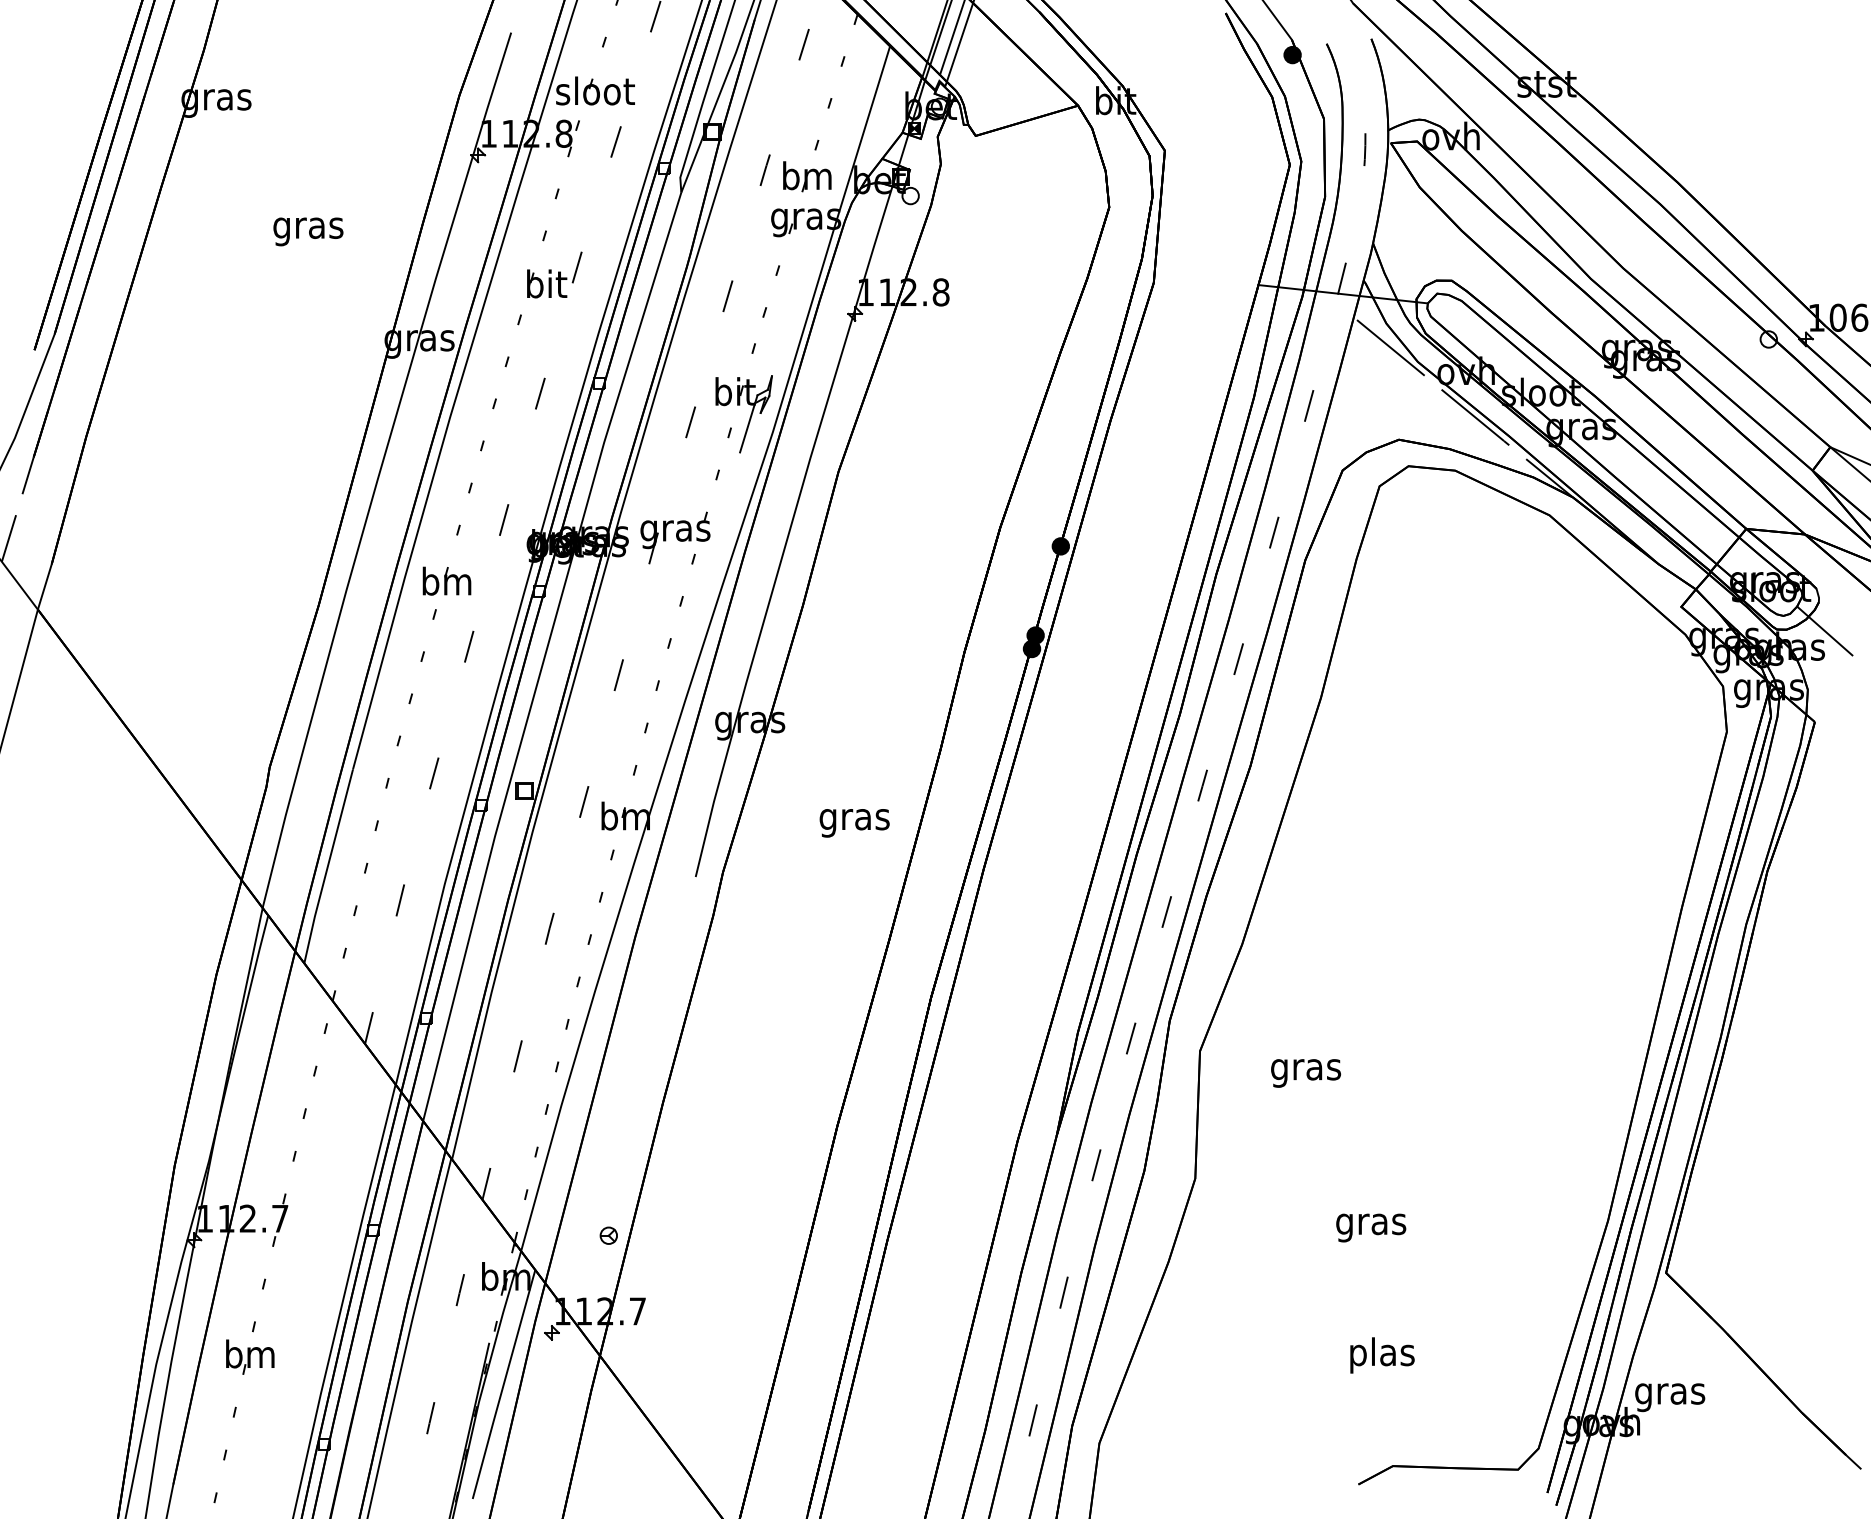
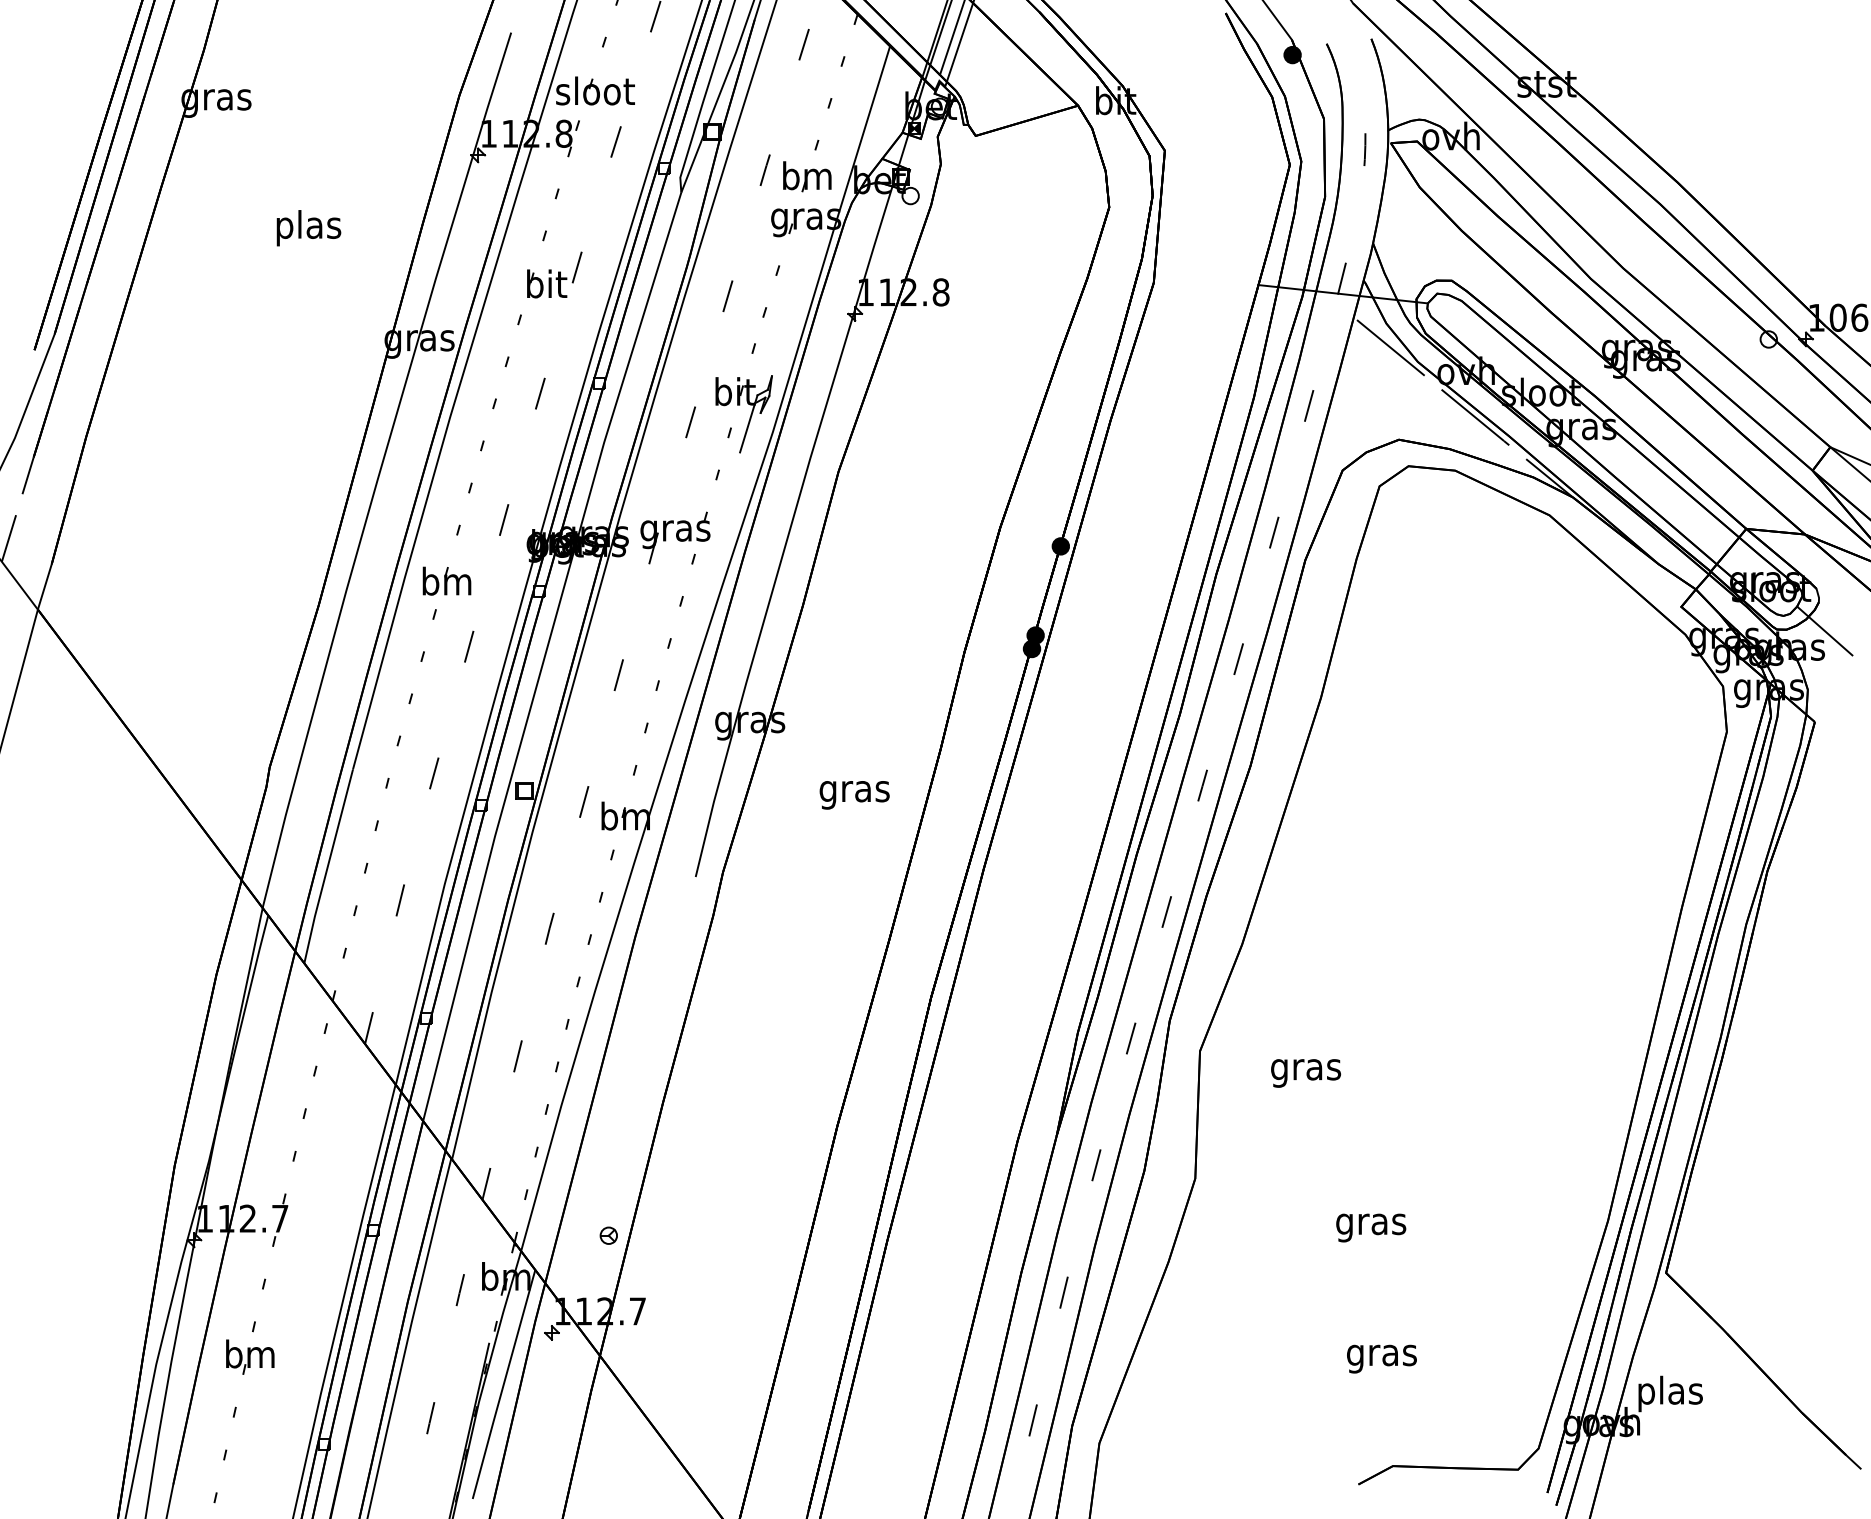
text at (308, 228): gras -> plas
text at (854, 823) position: (854, 823) -> (854, 795)
text at (1381, 1355): plas -> gras
text at (1670, 1393): gras -> plas
